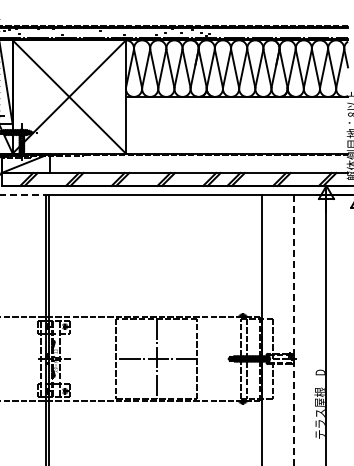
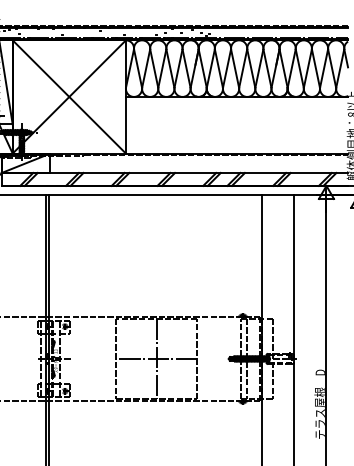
line at (25, 194): dashed -> solid
line at (294, 329): dashed -> solid
